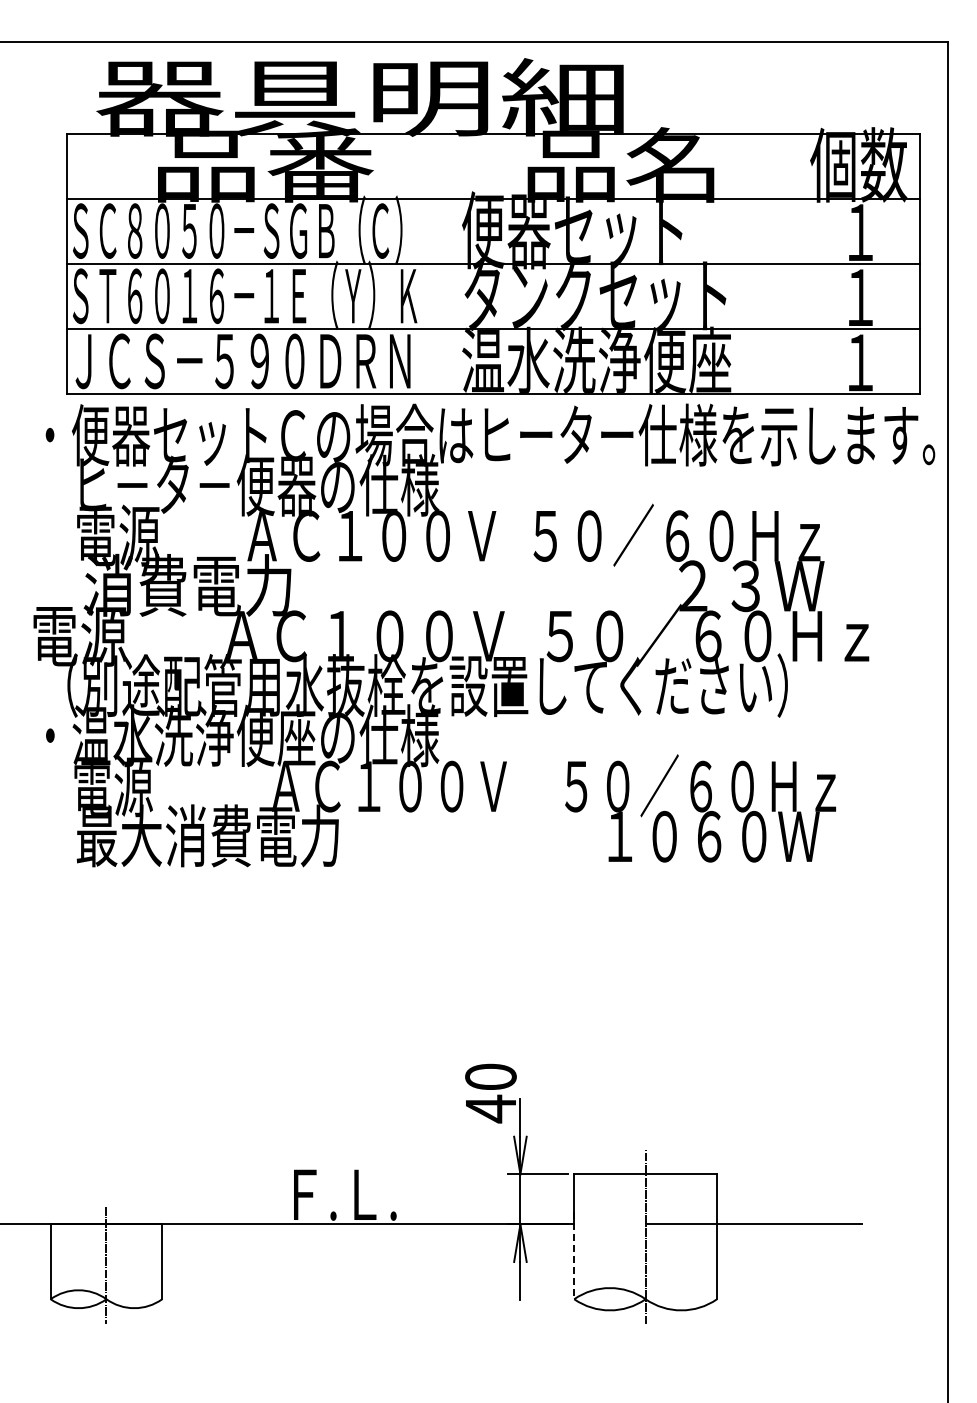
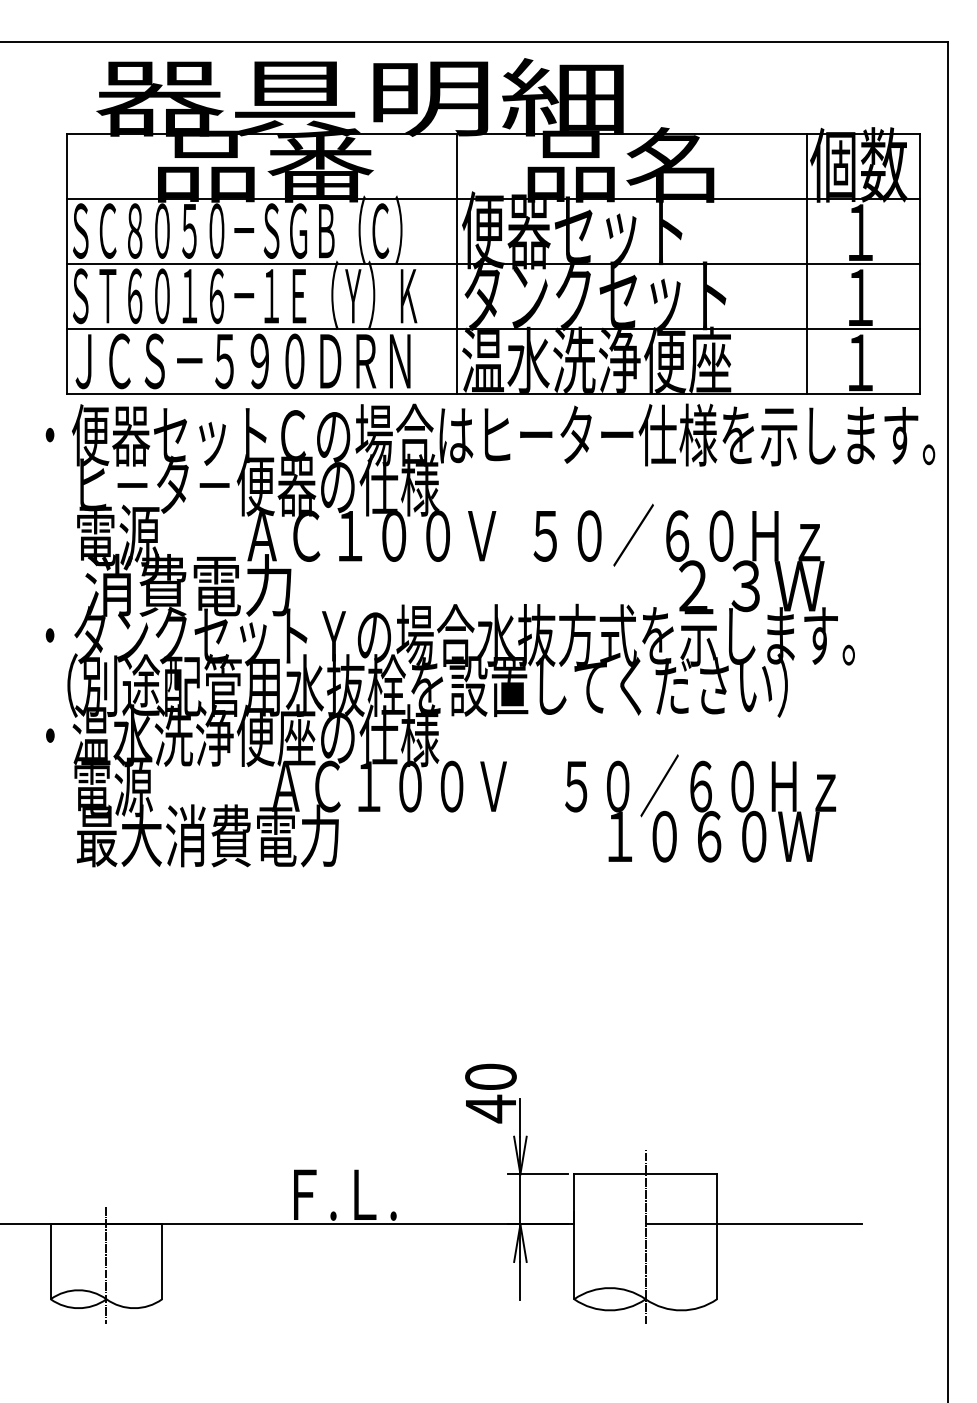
line at (456, 263): none -> present
line at (807, 263): none -> present
text at (451, 634): 電源        ＡＣ１００Ｖ  ５０／６０Ｈｚ -> ・タンクセットＹの場合水抜方式を示します。
line at (574, 1255): dashed -> solid
